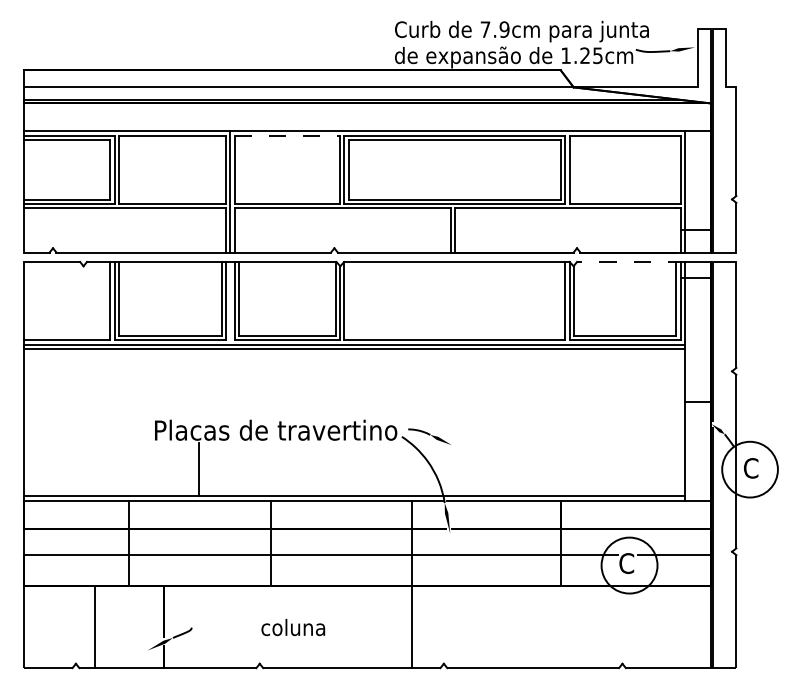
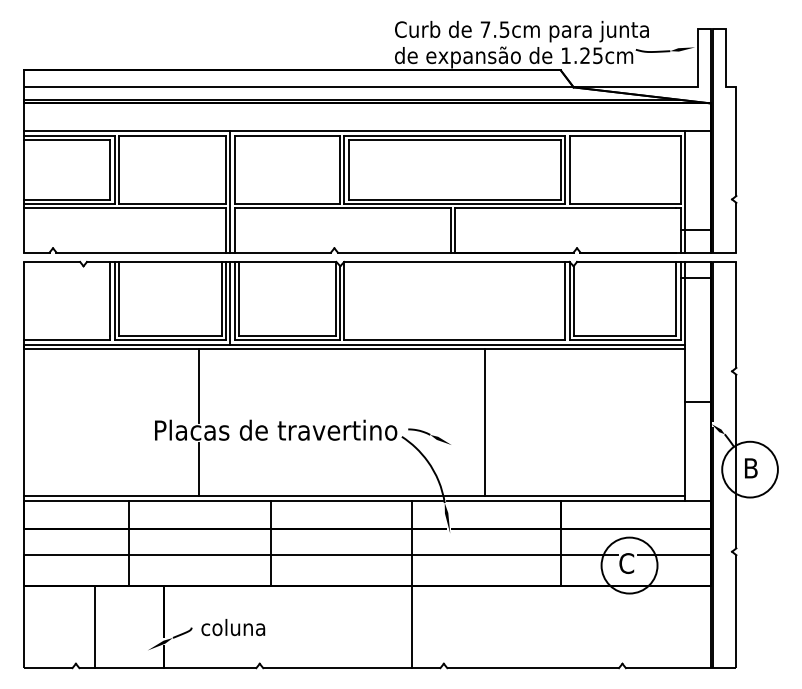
text at (504, 29): 7.9cm -> 7.5cm
line at (287, 135): dashed -> solid
line at (631, 261): dashed -> solid
line at (230, 302): none -> present
line at (198, 385): none -> present
line at (484, 422): none -> present
text at (750, 468): C -> B
text at (293, 627) position: (293, 627) -> (233, 627)
